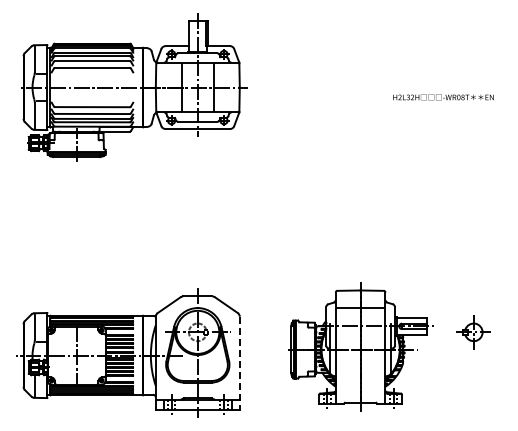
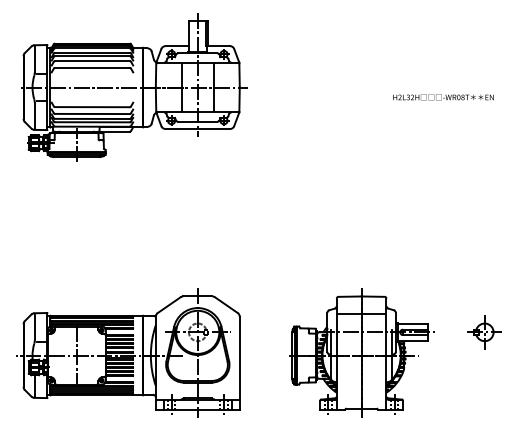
part at (473, 332) position: (473, 332) -> (484, 332)
part at (360, 346) position: (360, 346) -> (361, 352)
line at (239, 363): dashed -> solid
